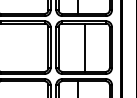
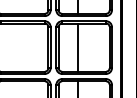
line at (84, 47) position: (84, 47) -> (77, 47)
